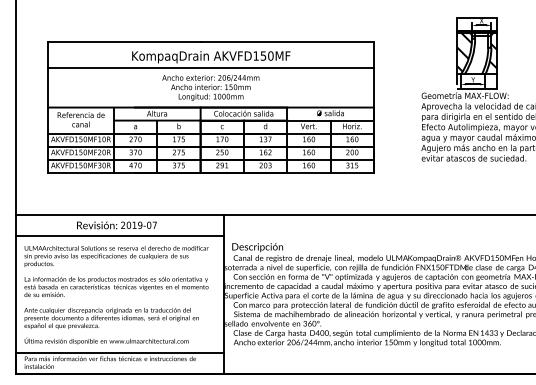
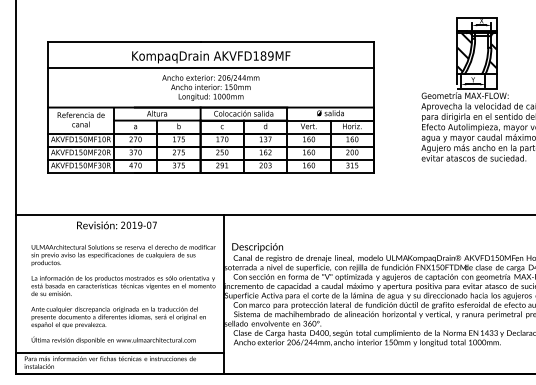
text at (266, 55): AKVFD150MF -> AKVFD189MF
line at (120, 235): present -> none
text at (116, 295) position: (116, 295) -> (123, 294)
